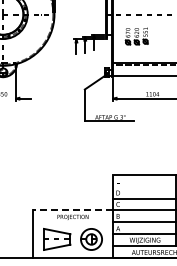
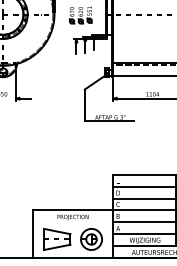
part at (136, 36) position: (136, 36) -> (80, 15)
line at (142, 186): none -> present
line at (73, 210): dashed -> solid
